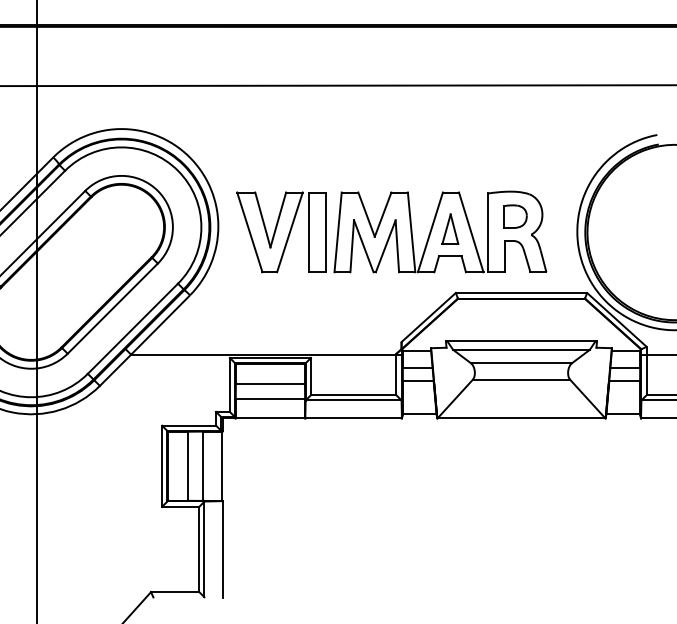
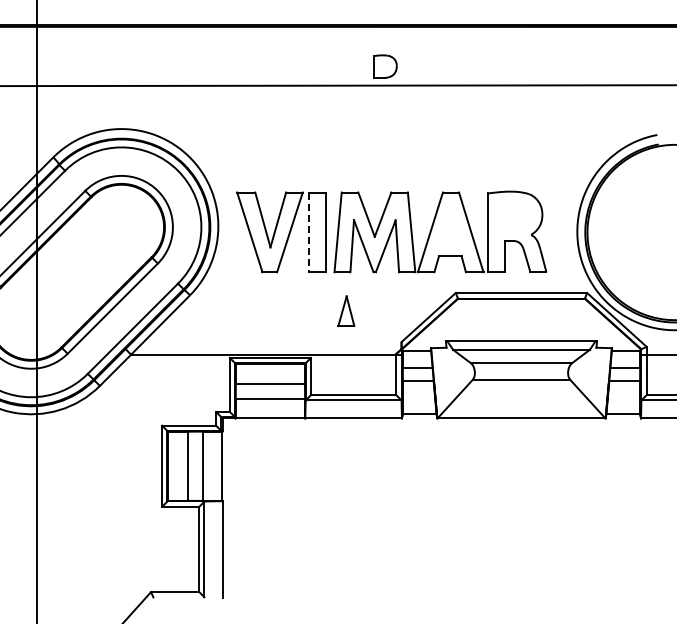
part at (515, 216) position: (515, 216) -> (385, 66)
part at (450, 228) position: (450, 228) -> (346, 310)
line at (308, 232): solid -> dashed
